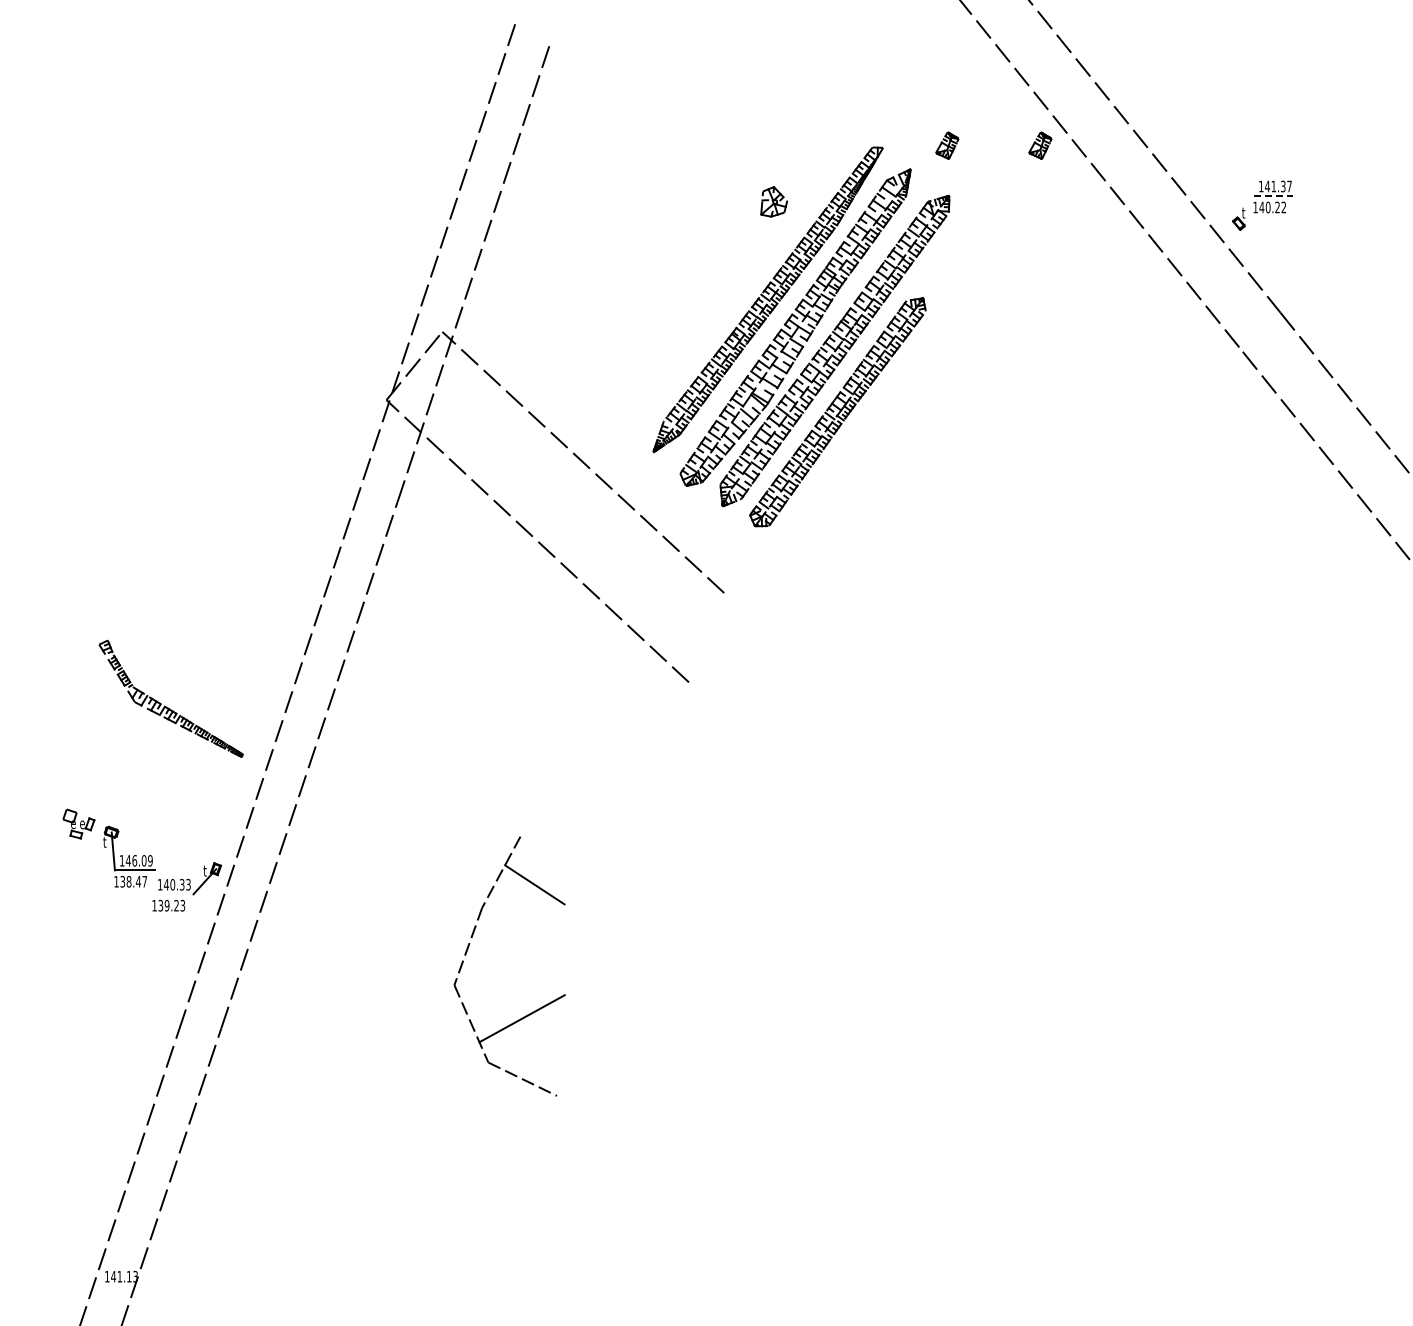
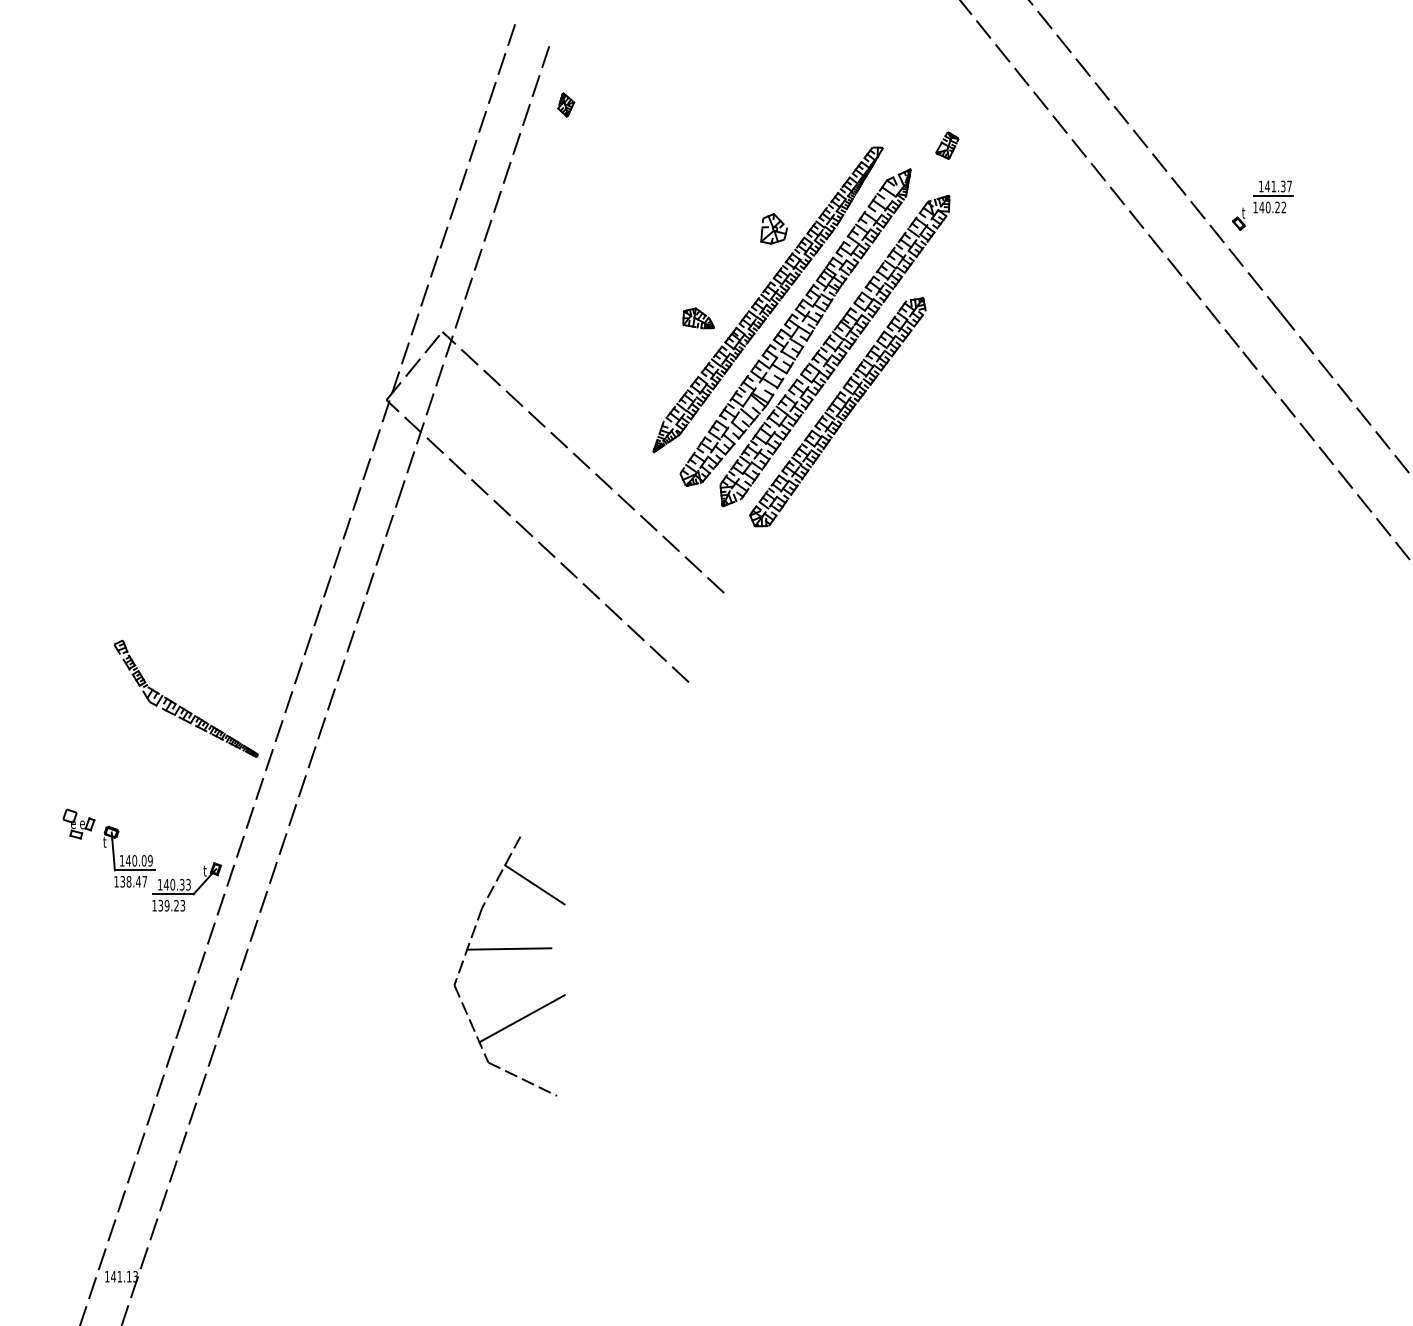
part at (566, 104): none -> present
part at (1040, 145): present -> none
line at (1273, 196): dashed -> solid
part at (773, 201) position: (773, 201) -> (773, 228)
part at (698, 318): none -> present
part at (166, 706) position: (166, 706) -> (181, 706)
text at (134, 860): 146.09 -> 140.09
line at (172, 894): none -> present
line at (509, 948): none -> present
